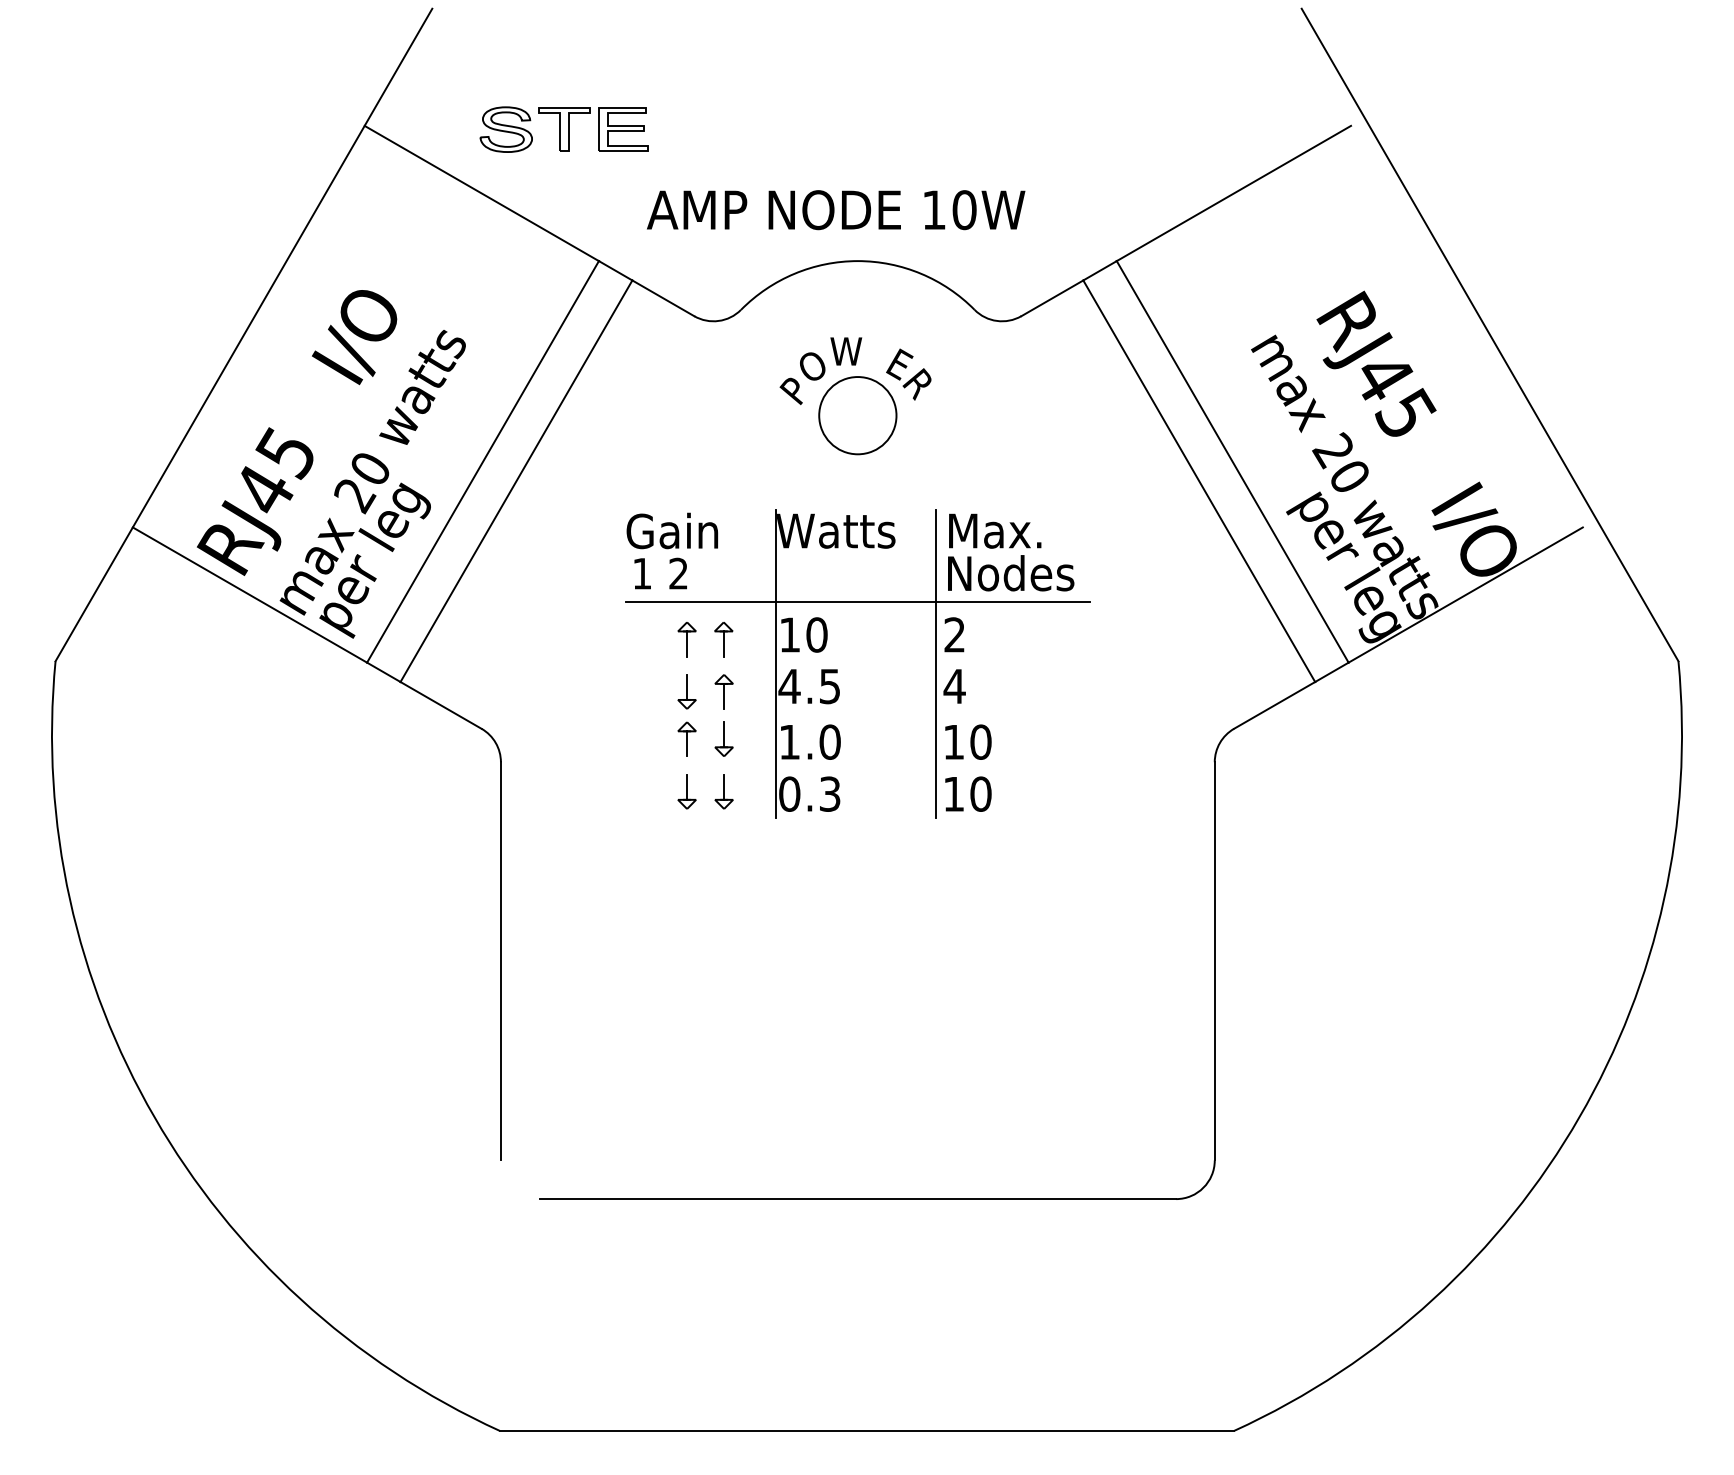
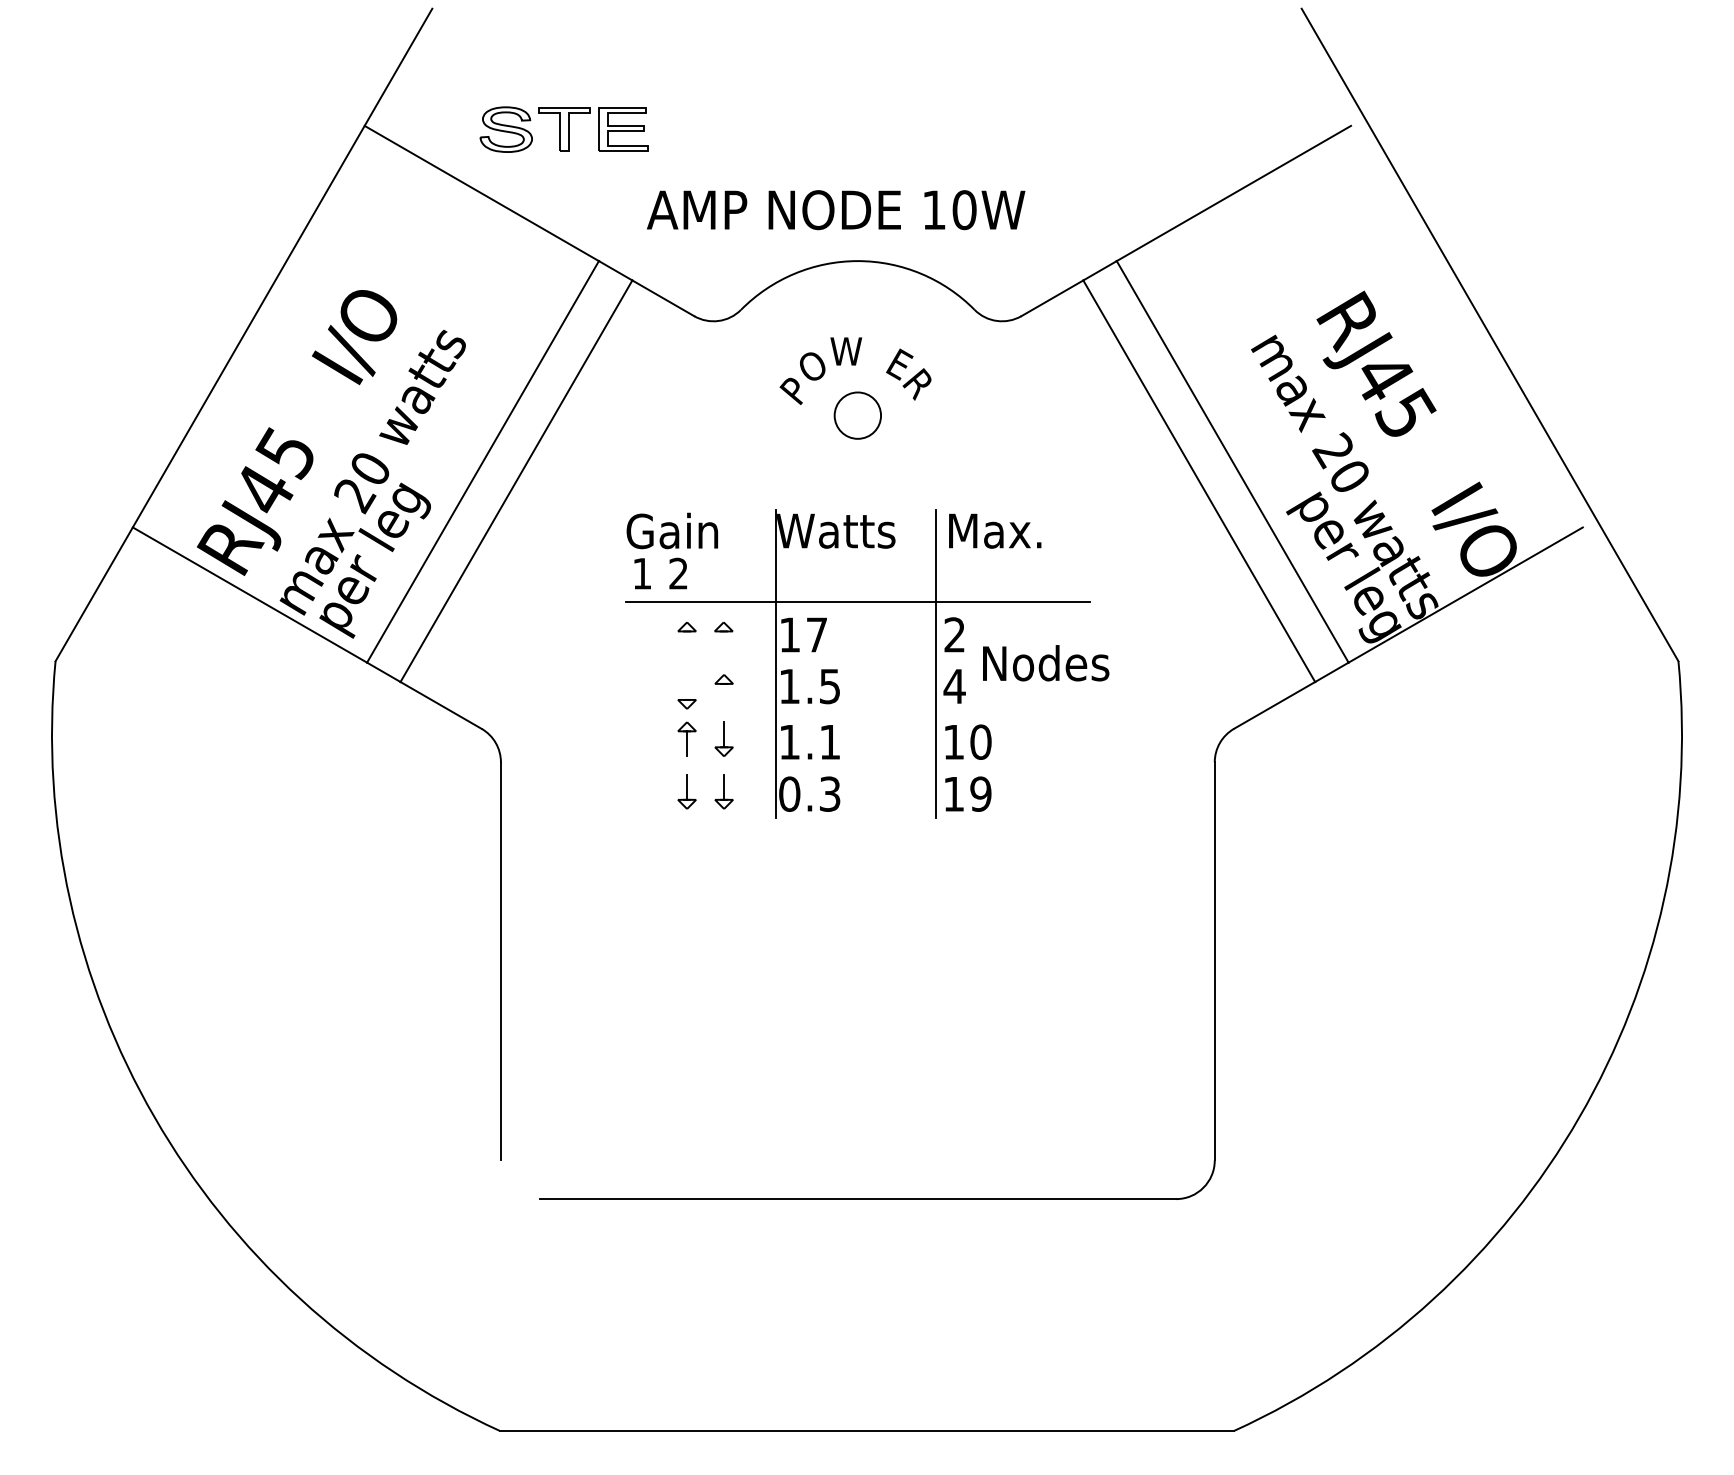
circle at (857, 415) diameter: 77 px -> 46 px
text at (1011, 573) position: (1011, 573) -> (1046, 663)
text at (816, 634): 10 -> 17
line at (687, 643): present -> none
line at (723, 643): present -> none
line at (687, 686): present -> none
text at (789, 686): 4.5 -> 1.5
line at (724, 696): present -> none
text at (829, 741): 1.0 -> 1.1
text at (980, 793): 10 -> 19
